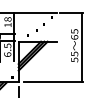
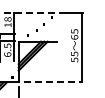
line at (29, 12): solid -> dashed
line at (53, 82): solid -> dashed
